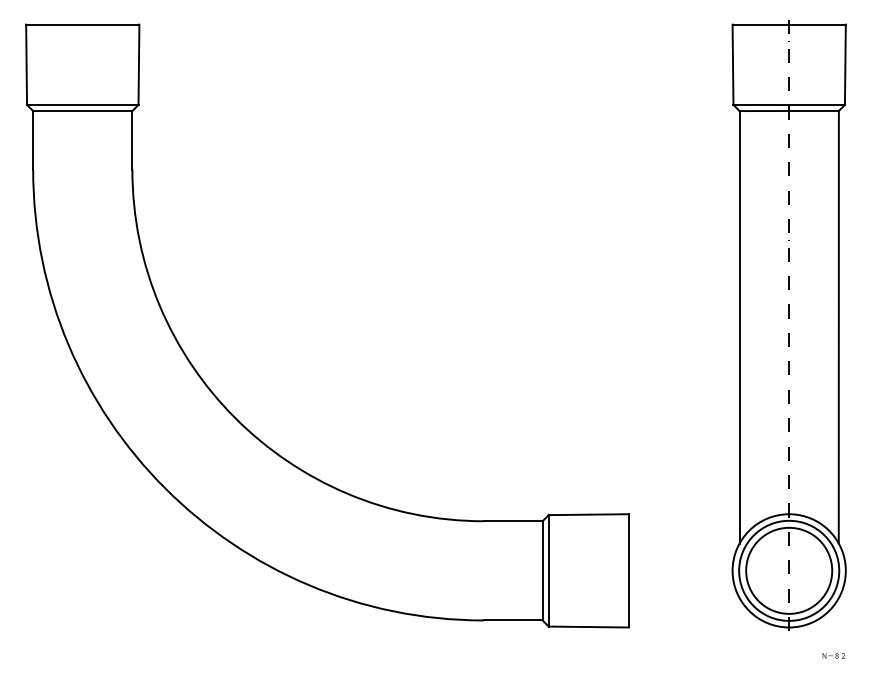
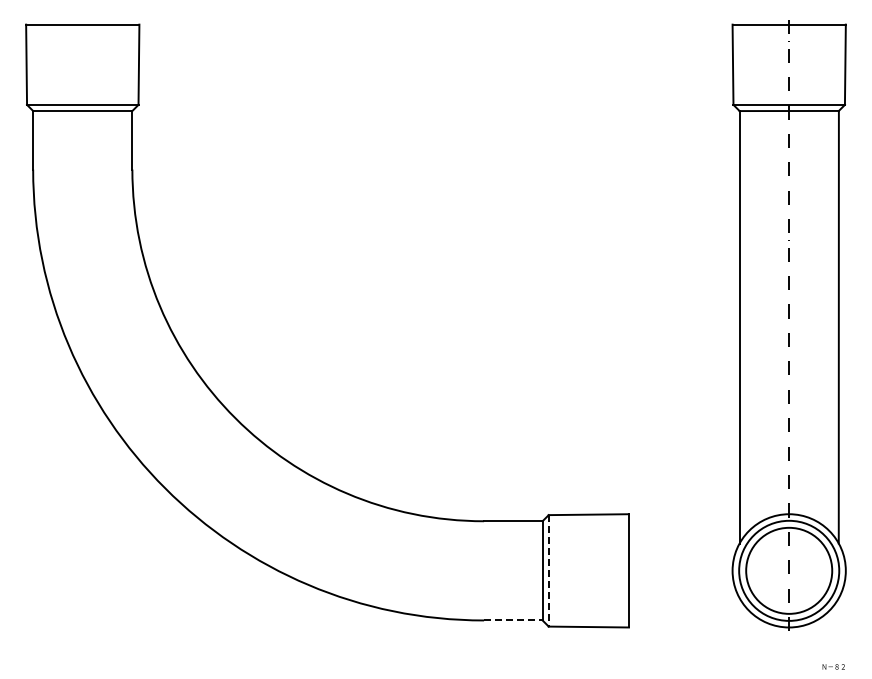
line at (548, 570): solid -> dashed
line at (513, 620): solid -> dashed
text at (833, 655) position: (833, 655) -> (833, 666)
